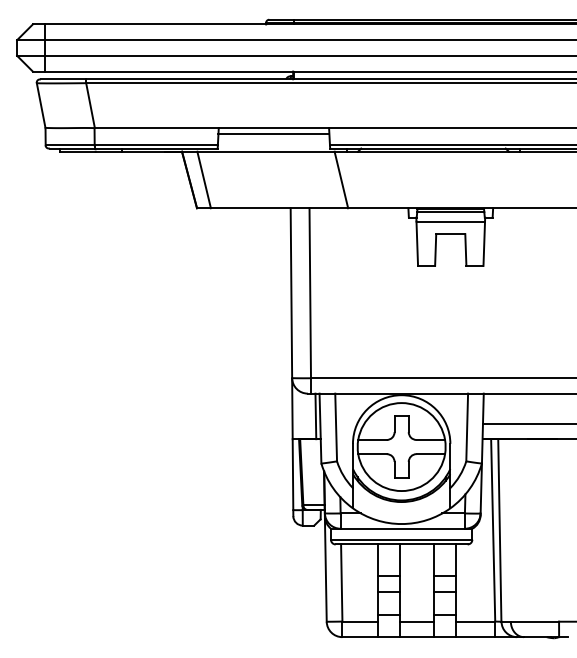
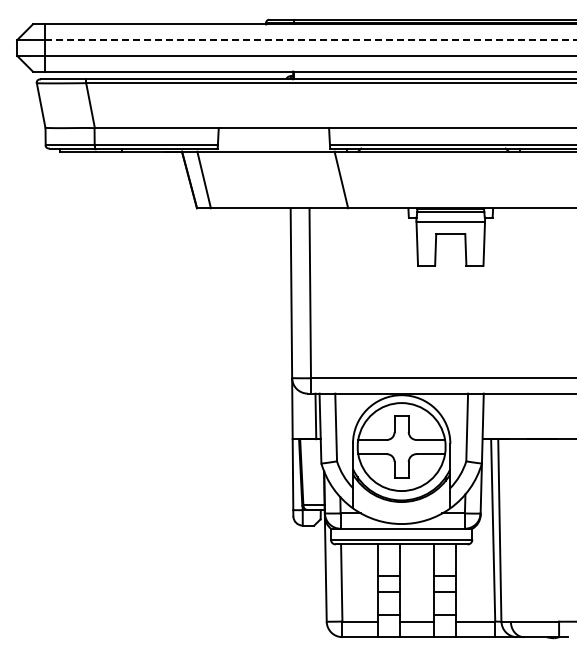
line at (310, 40): solid -> dashed
line at (273, 134): present -> none
line at (527, 424): present -> none
